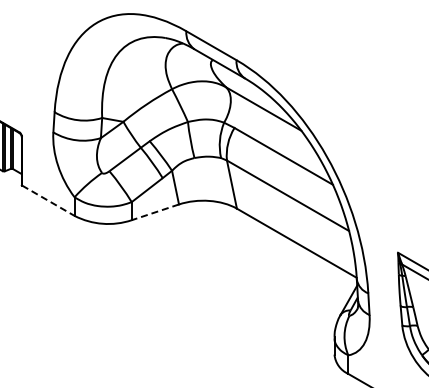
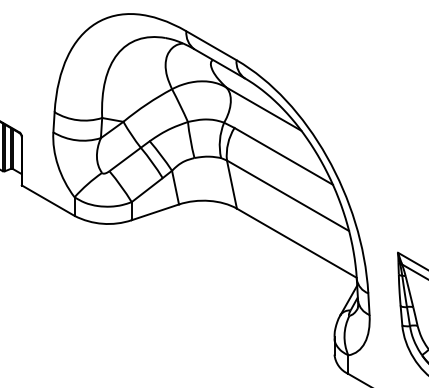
line at (48, 200): dashed -> solid
line at (155, 212): dashed -> solid
